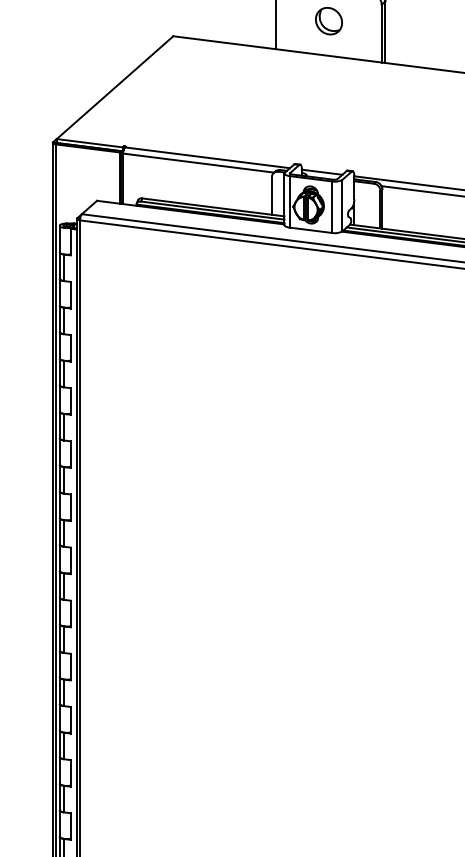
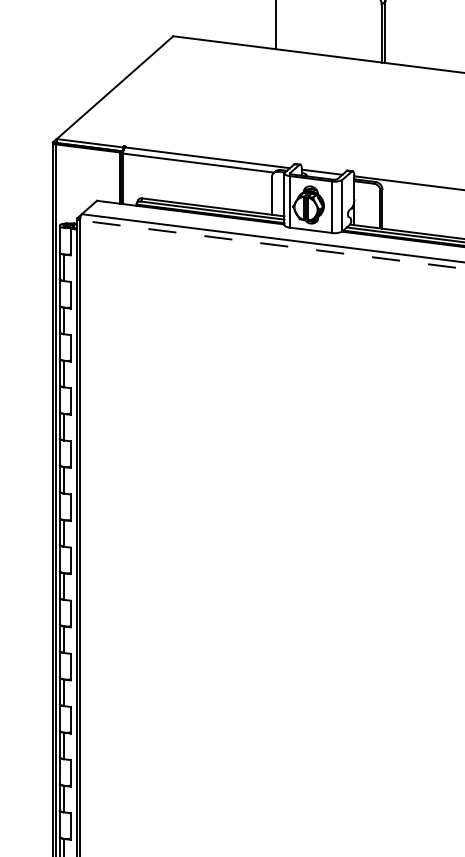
part at (328, 20): present -> none
line at (421, 191): present -> none
line at (272, 244): solid -> dashed
